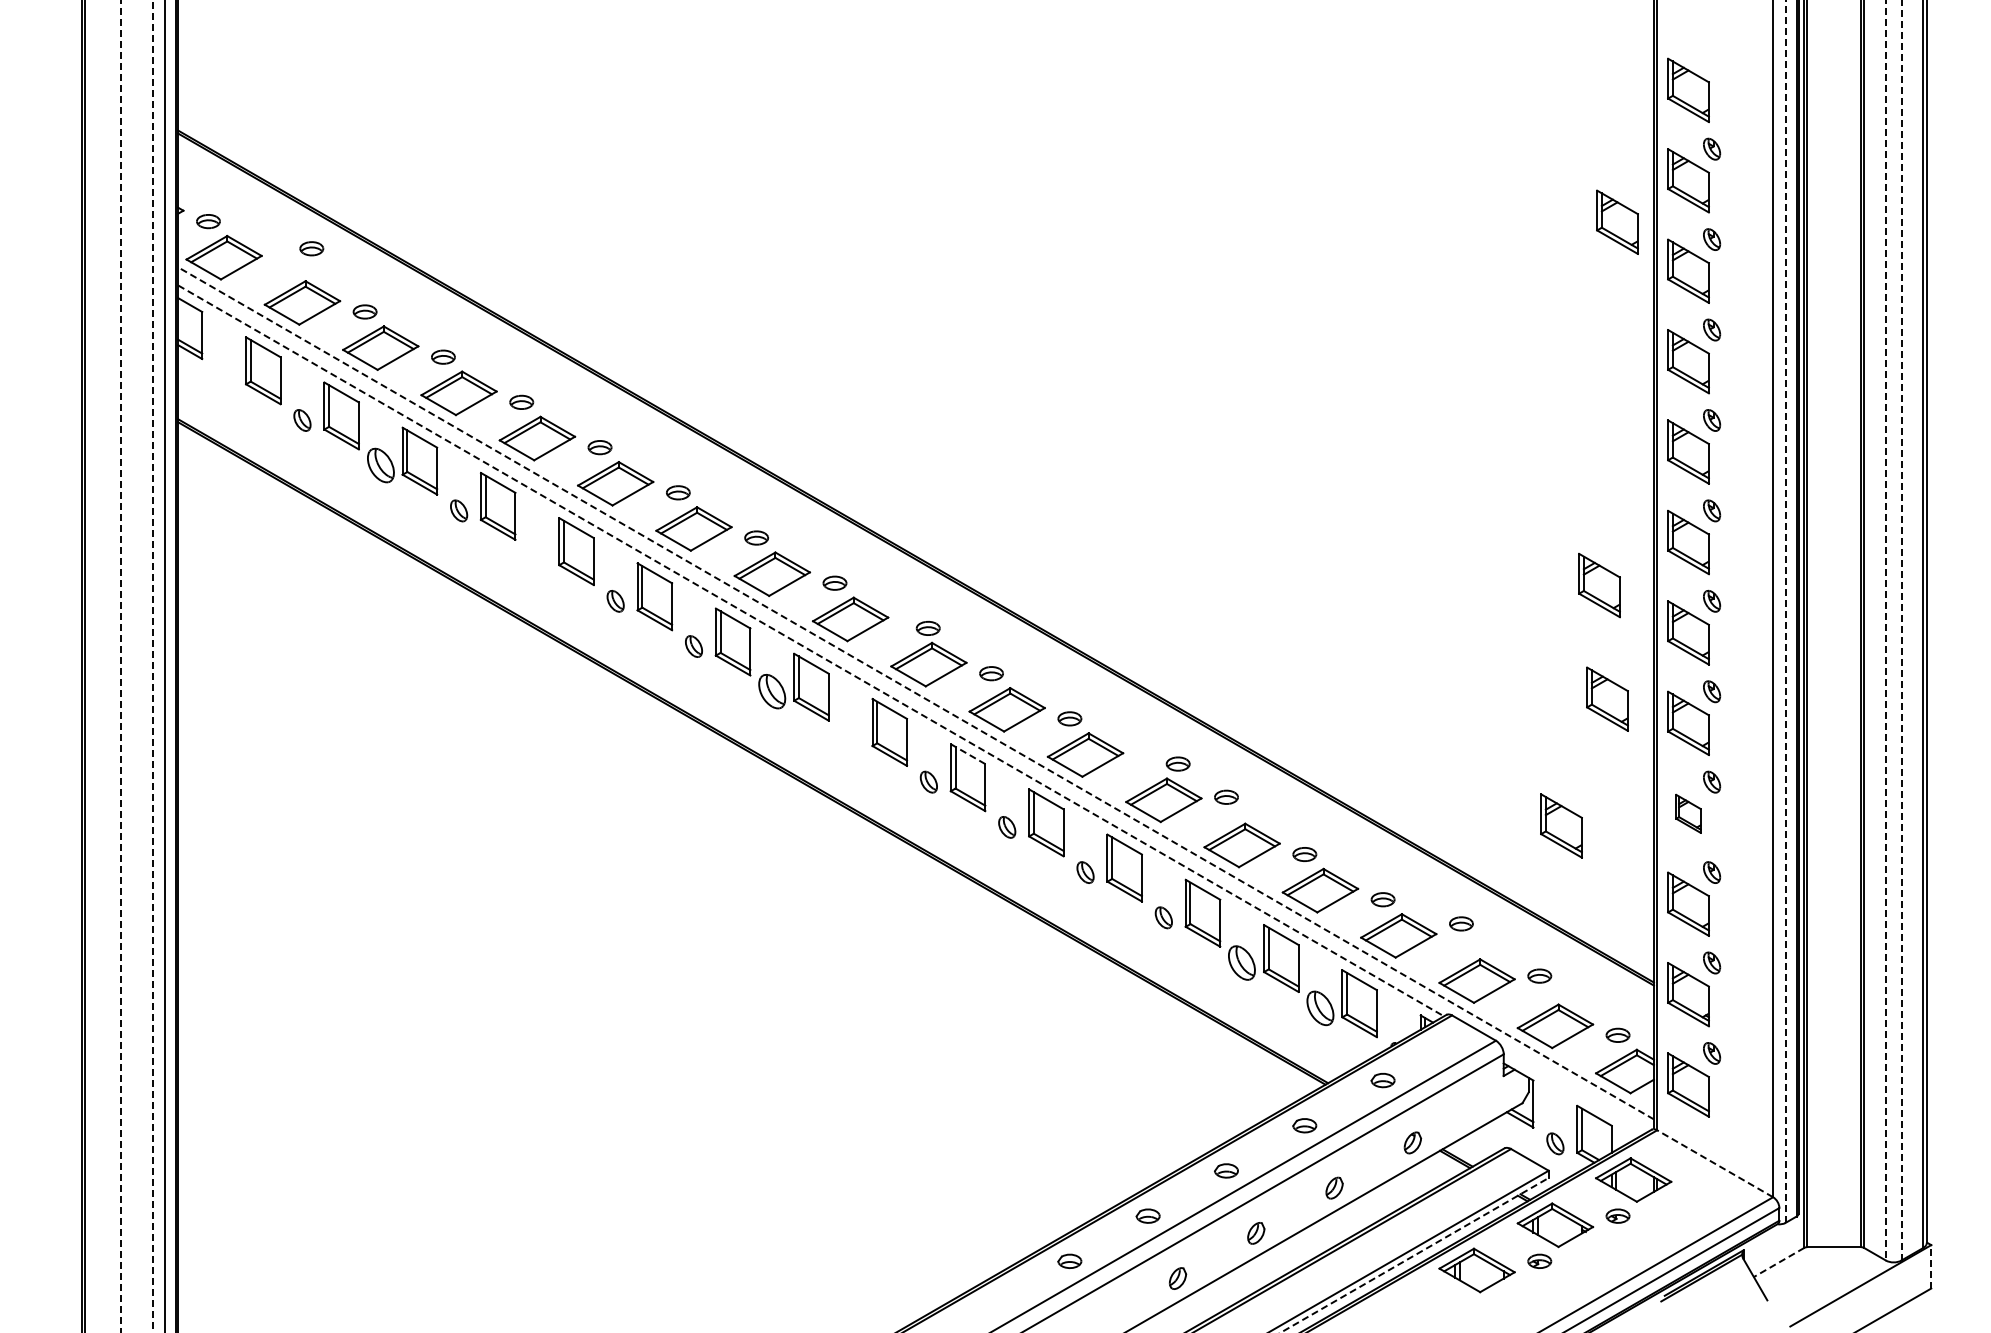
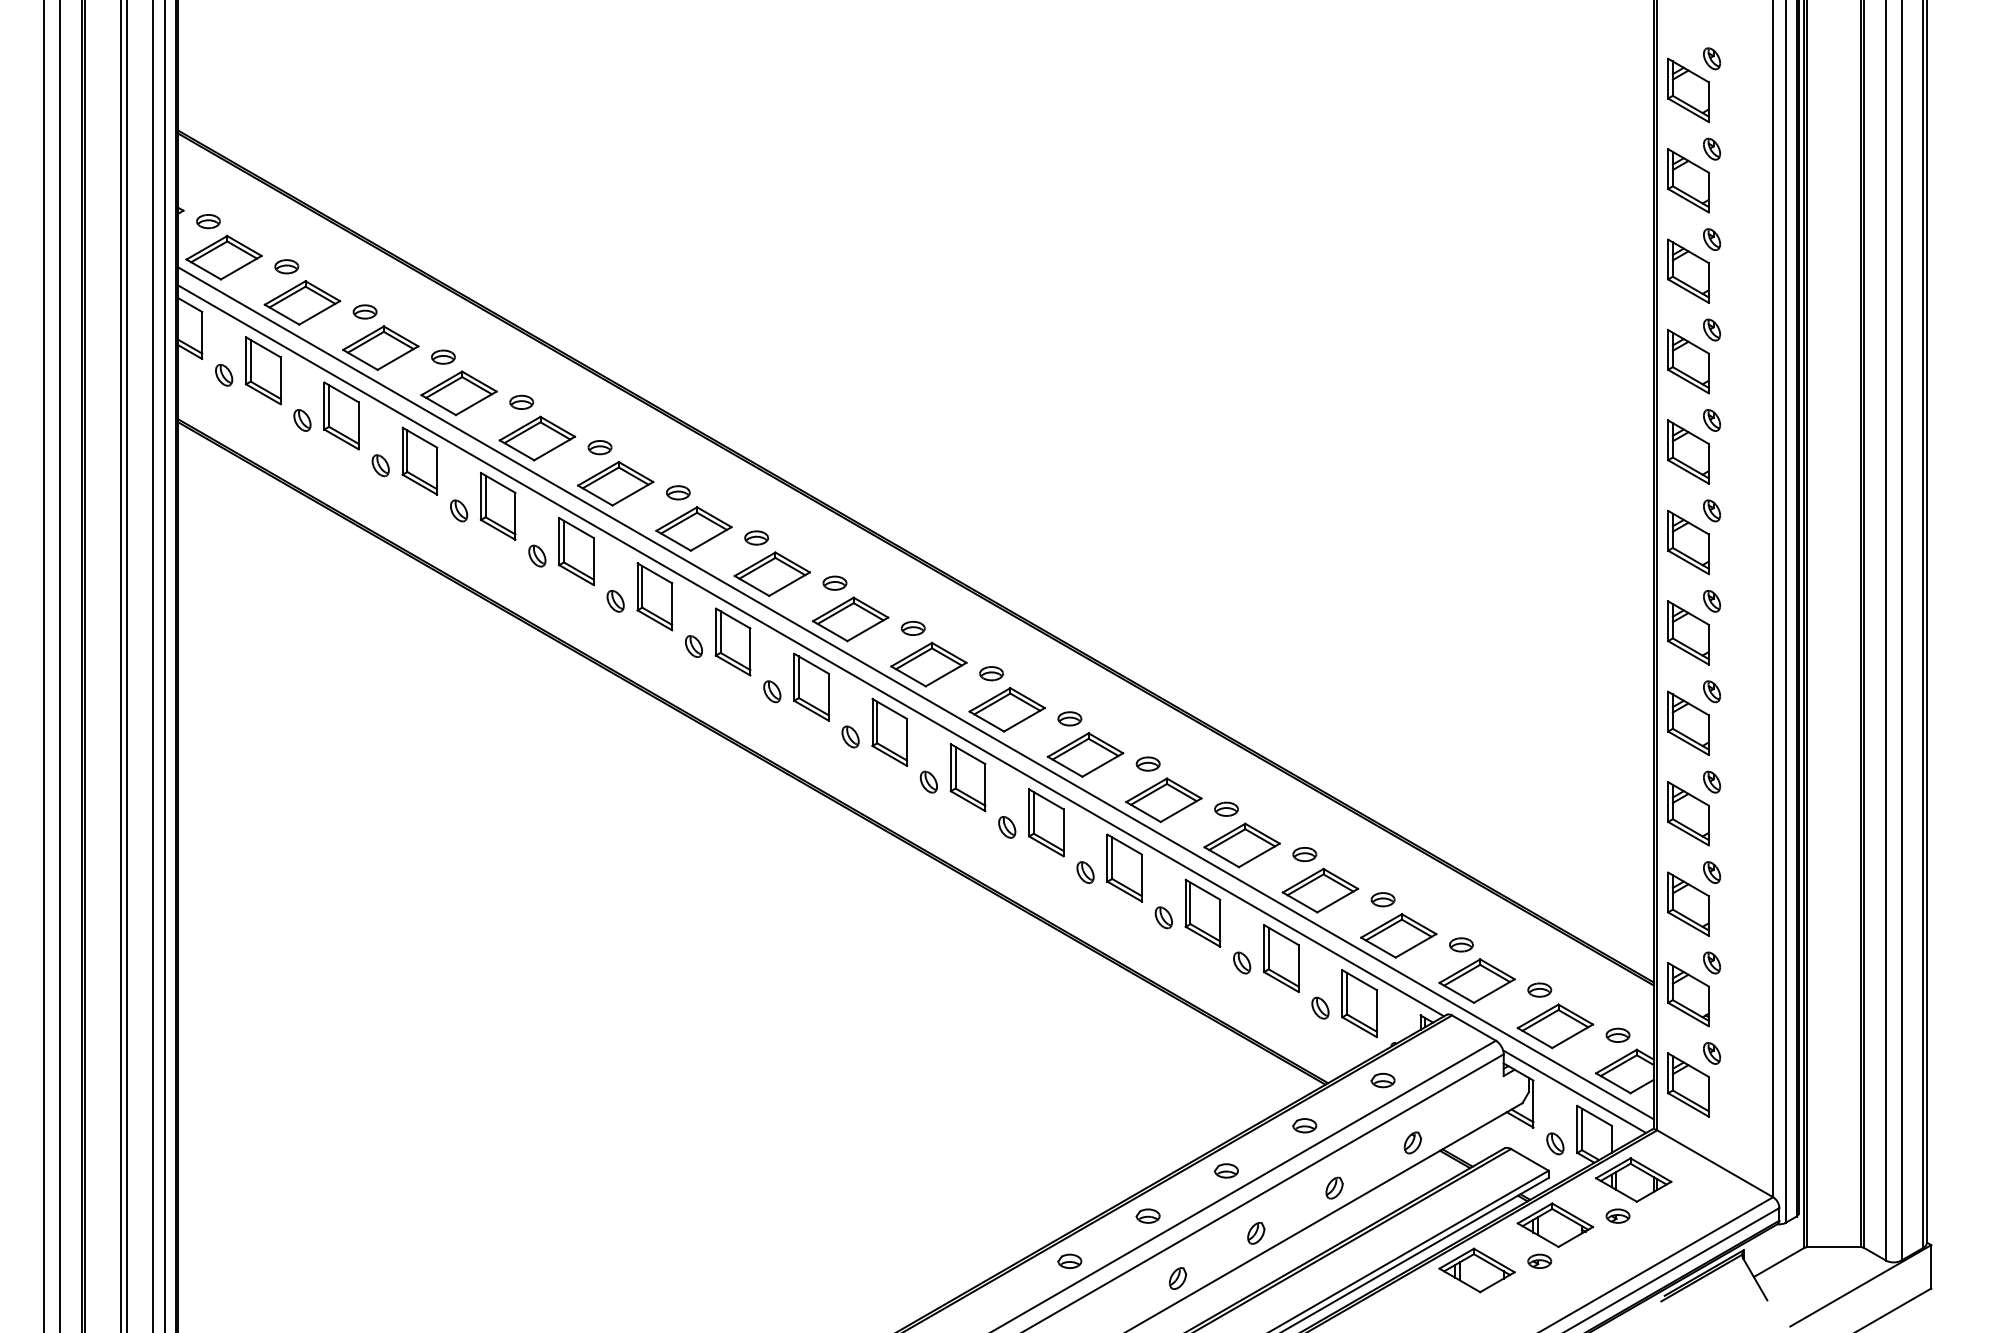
part at (1712, 58): none -> present
part at (1617, 221): present -> none
part at (311, 248) position: (311, 248) -> (286, 266)
part at (224, 374): none -> present
part at (380, 465) size: 28x37 px -> 19x24 px
part at (537, 555): none -> present
part at (1599, 585): present -> none
line at (1785, 611): dashed -> solid
part at (927, 627) position: (927, 627) -> (912, 627)
line at (1901, 630): dashed -> solid
line at (1885, 631): dashed -> solid
line at (811, 650): dashed -> solid
line at (44, 665): none -> present
line at (59, 665): none -> present
line at (126, 665): none -> present
line at (120, 666): dashed -> solid
line at (152, 666): dashed -> solid
part at (772, 691) size: 29x36 px -> 19x24 px
line at (915, 693): dashed -> solid
part at (1607, 698): present -> none
part at (850, 736): none -> present
line at (968, 754): dashed -> solid
part at (1177, 763) position: (1177, 763) -> (1147, 763)
part at (1226, 796) position: (1226, 796) -> (1226, 808)
part at (1688, 813) size: 27x41 px -> 43x66 px
part at (1561, 825): present -> none
part at (1461, 923) position: (1461, 923) -> (1461, 944)
part at (1241, 962) size: 28x36 px -> 19x24 px
part at (1539, 975) position: (1539, 975) -> (1539, 989)
part at (1320, 1008) size: 29x37 px -> 19x24 px
line at (1575, 1091): none -> present
line at (1715, 1163): dashed -> solid
line at (1414, 1255): dashed -> solid
line at (1778, 1262): dashed -> solid
line at (1931, 1266): dashed -> solid
